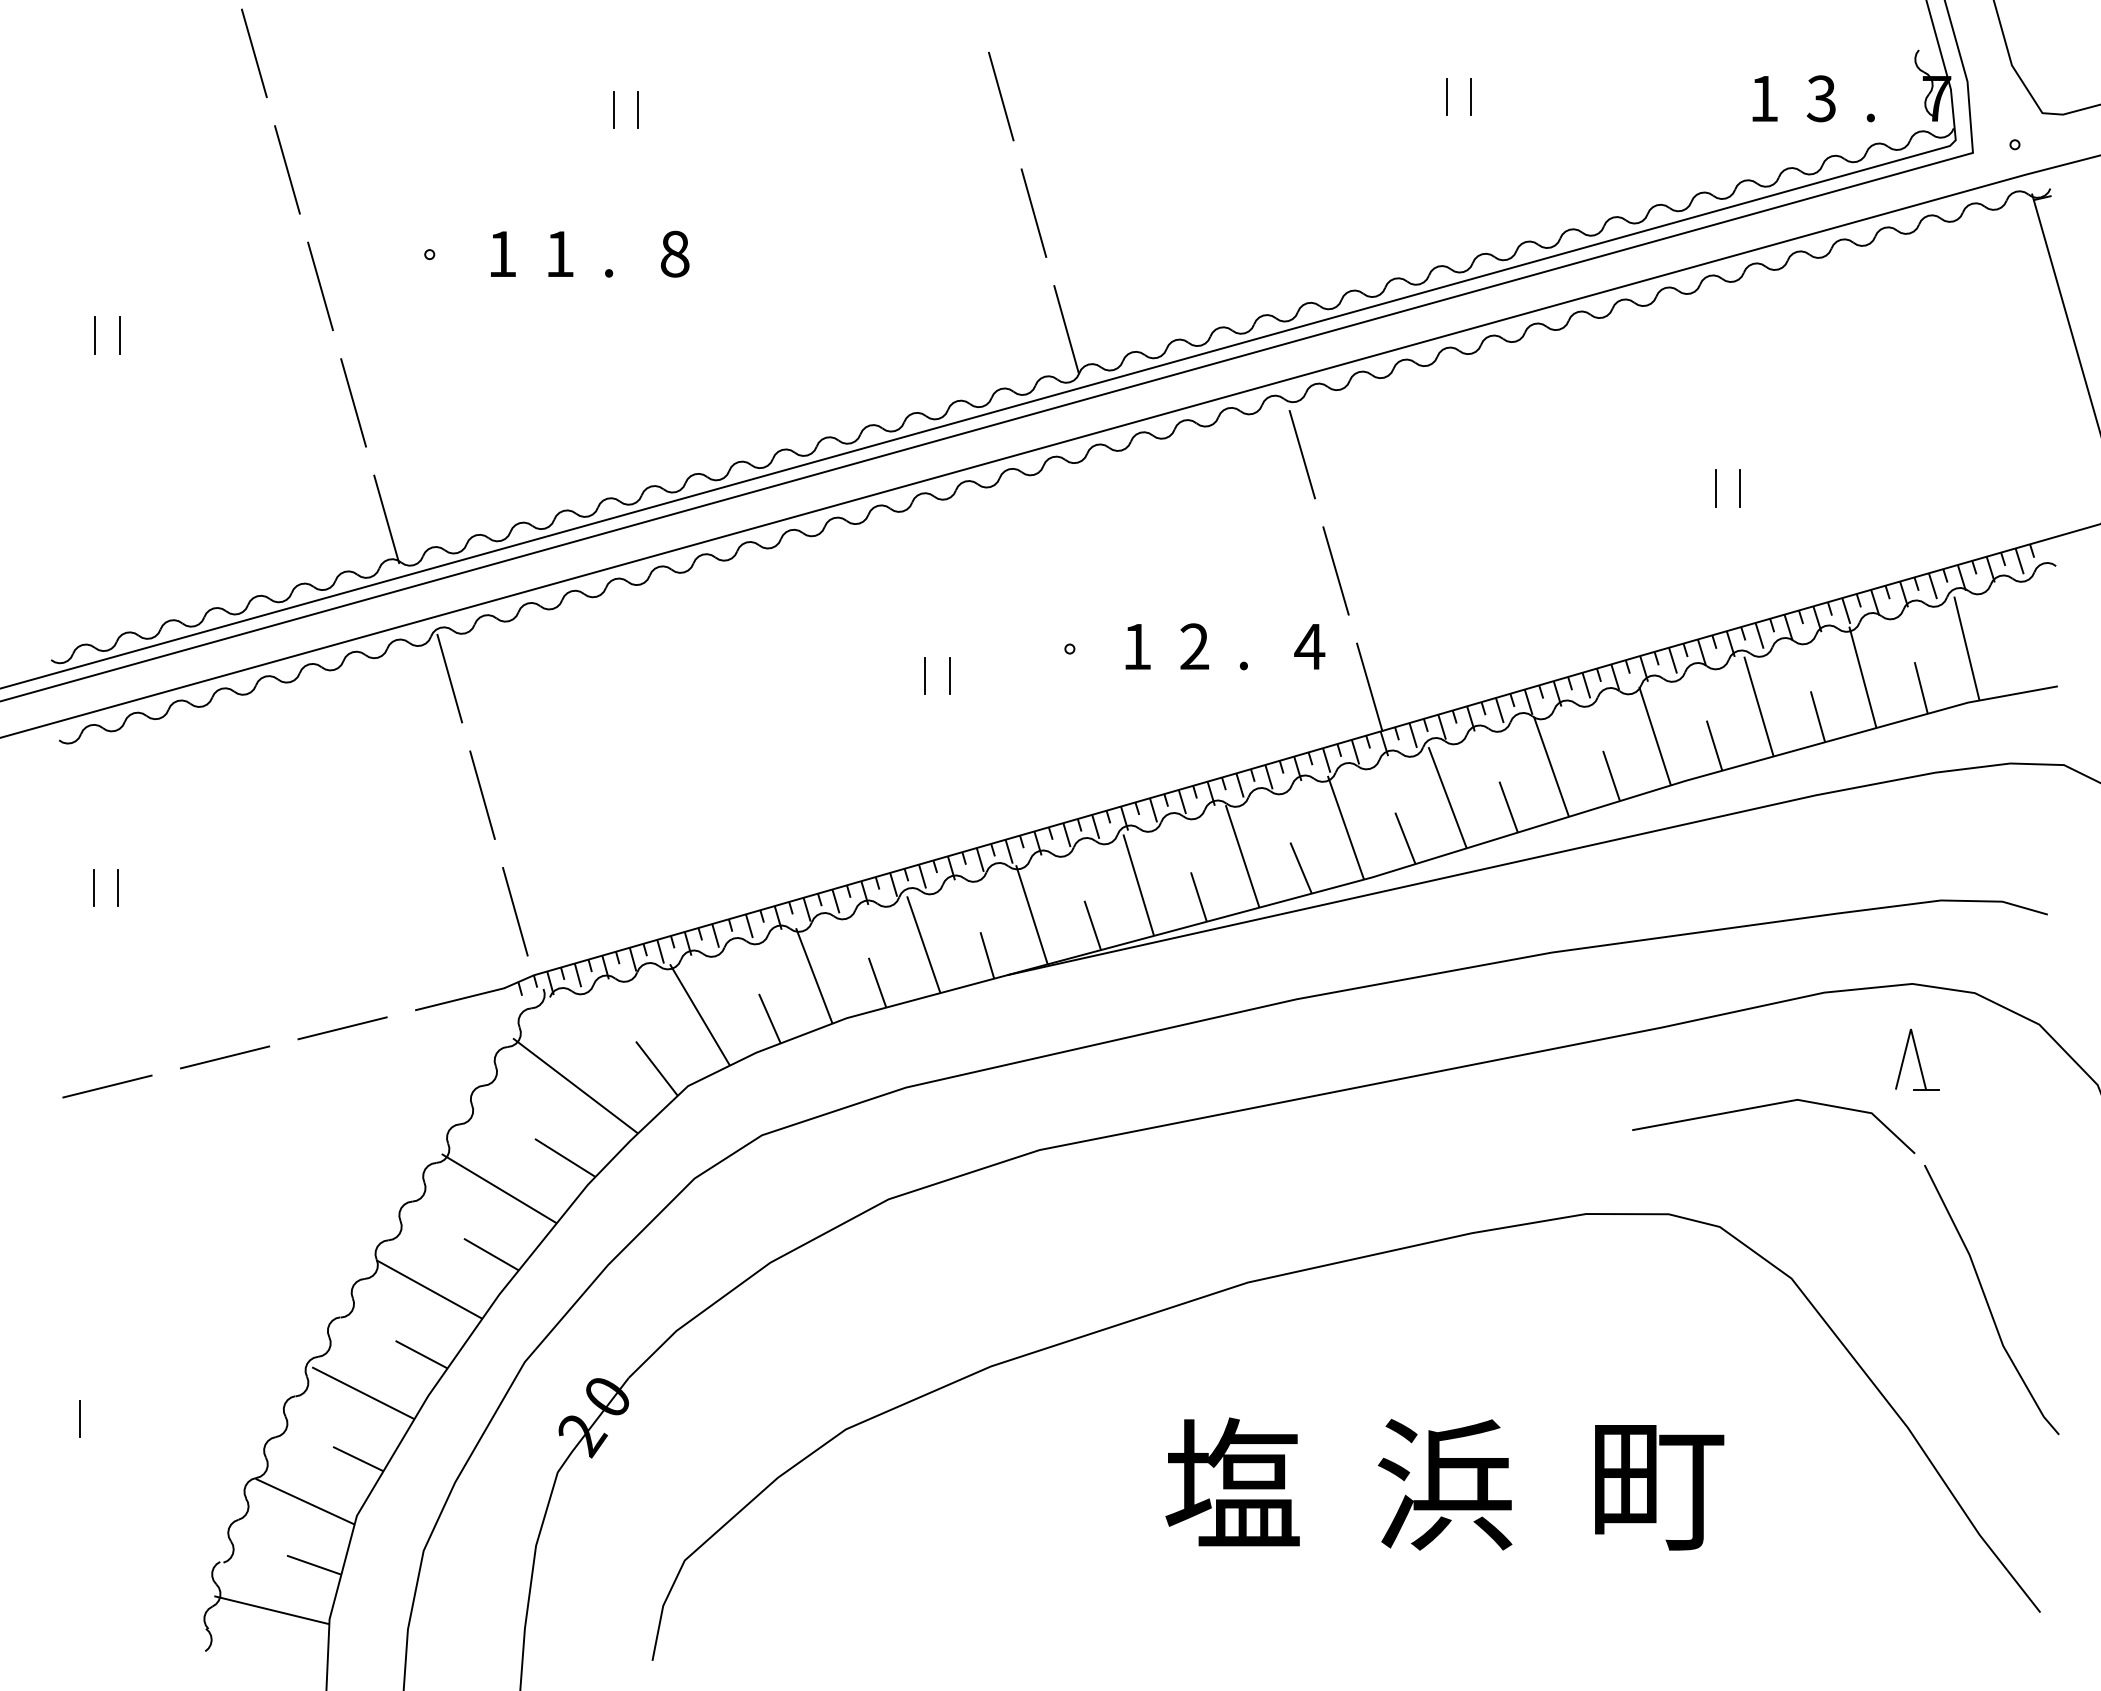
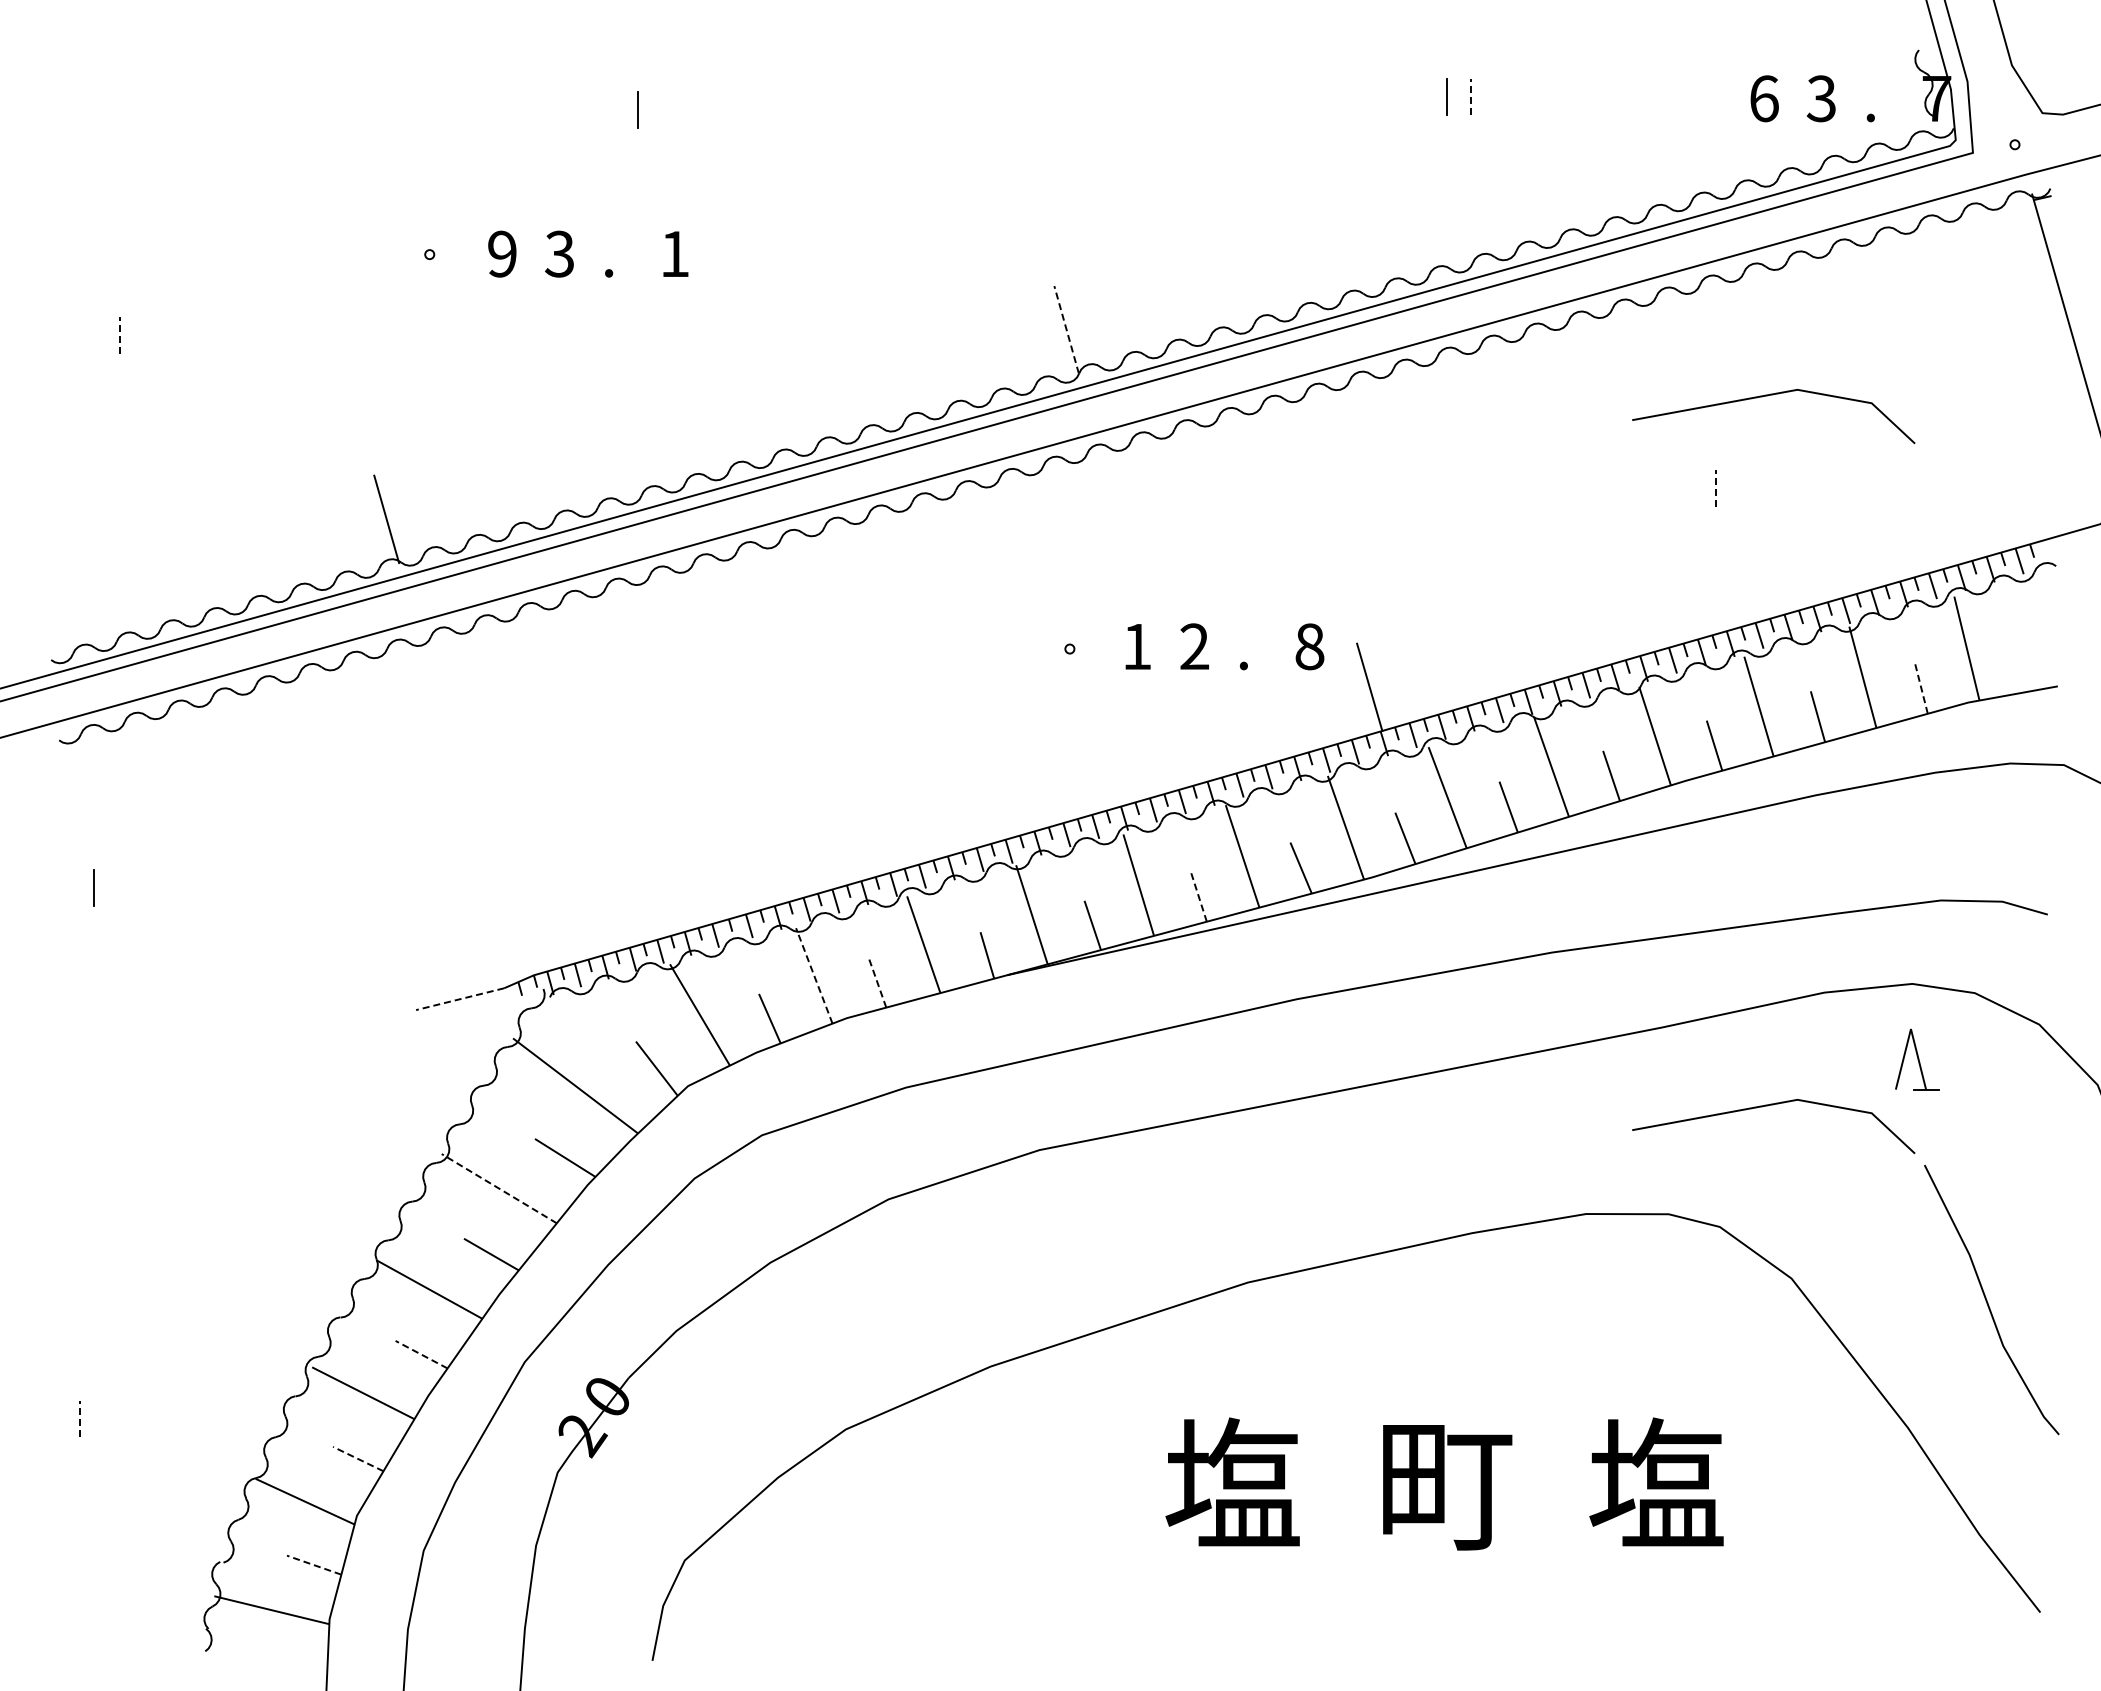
line at (253, 53): present -> none
line at (1000, 96): present -> none
line at (1471, 96): solid -> dashed
text at (1764, 98): 1 -> 6
line at (614, 110): present -> none
line at (287, 169): present -> none
line at (1033, 212): present -> none
text at (502, 253): 1 -> 9
text at (559, 253): 1 -> 3
text at (674, 253): 8 -> 1
line at (320, 286): present -> none
line at (1066, 329): solid -> dashed
line at (119, 334): solid -> dashed
line at (95, 335): present -> none
line at (1768, 396): none -> present
line at (353, 402): present -> none
line at (1301, 454): present -> none
line at (1716, 487): solid -> dashed
line at (1740, 488): present -> none
line at (1335, 570): present -> none
text at (1309, 646): 4 -> 8
line at (925, 675): present -> none
line at (949, 675): present -> none
line at (449, 678): present -> none
line at (1921, 687): solid -> dashed
line at (482, 794): present -> none
line at (118, 887): present -> none
line at (1198, 897): solid -> dashed
line at (515, 911): present -> none
line at (814, 975): solid -> dashed
line at (877, 982): solid -> dashed
line at (459, 999): solid -> dashed
line at (342, 1028): present -> none
line at (224, 1057): present -> none
line at (107, 1086): present -> none
line at (498, 1188): solid -> dashed
line at (421, 1354): solid -> dashed
line at (80, 1418): solid -> dashed
line at (358, 1459): solid -> dashed
text at (1656, 1483): 町 -> 塩
text at (1444, 1484): 浜 -> 町
line at (314, 1565): solid -> dashed
